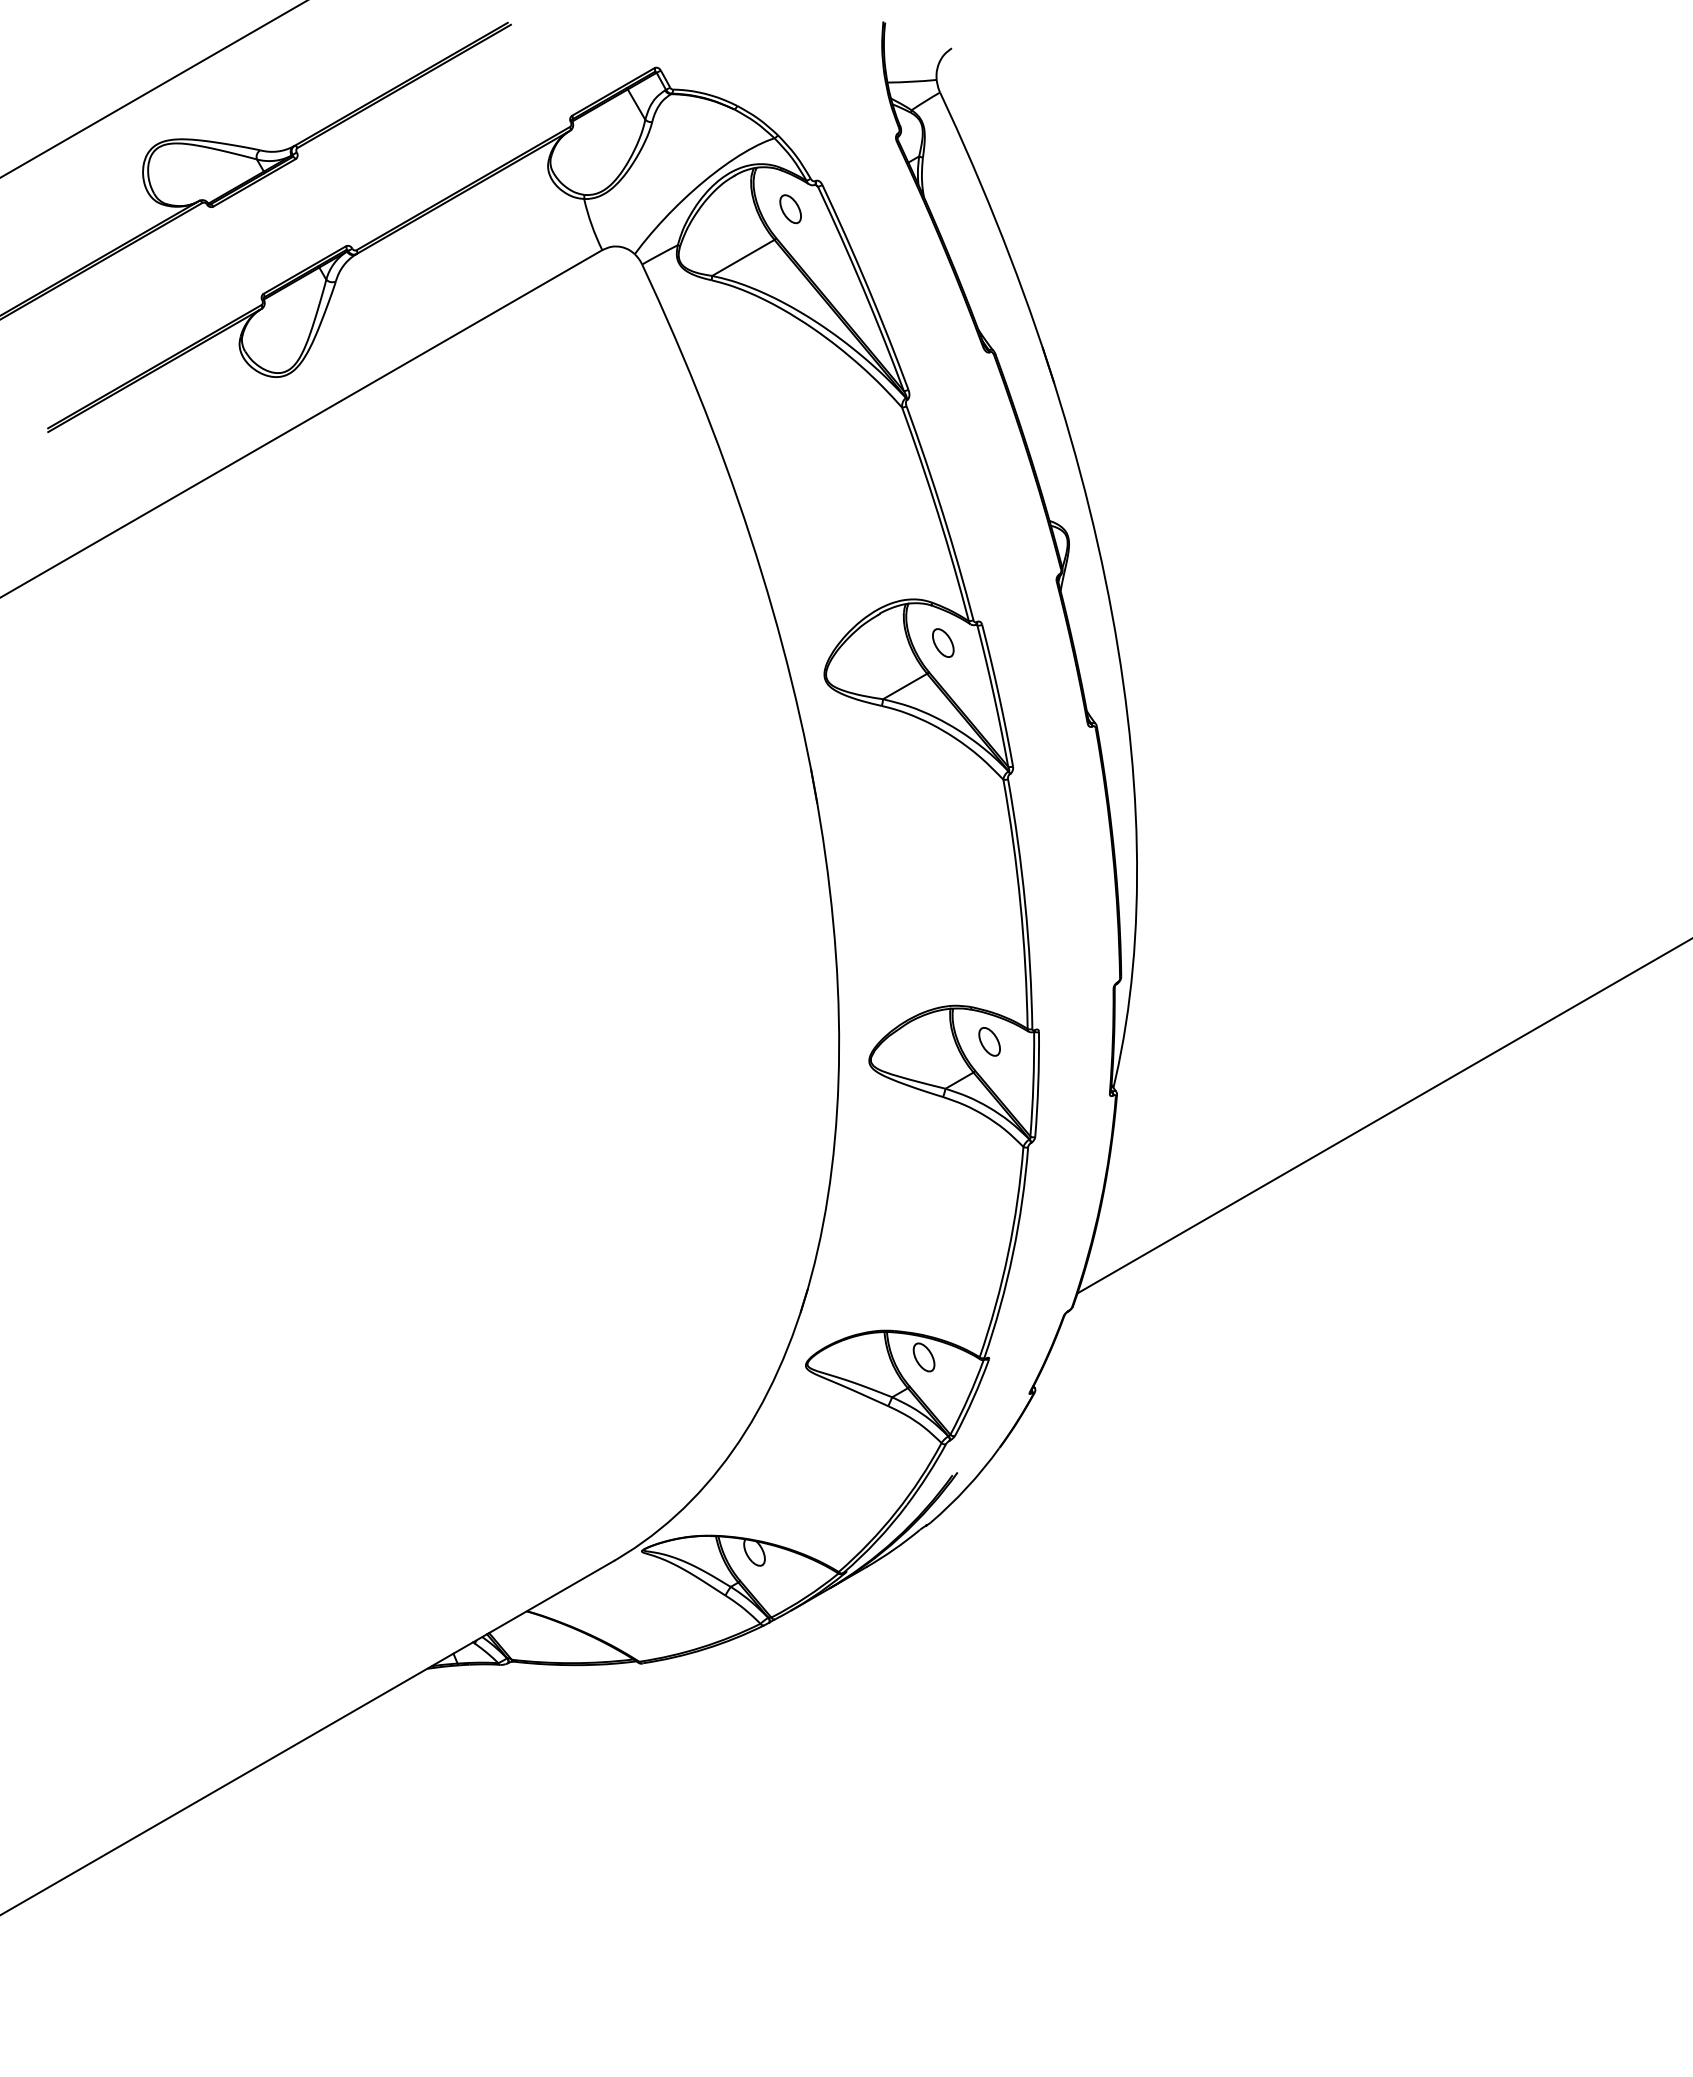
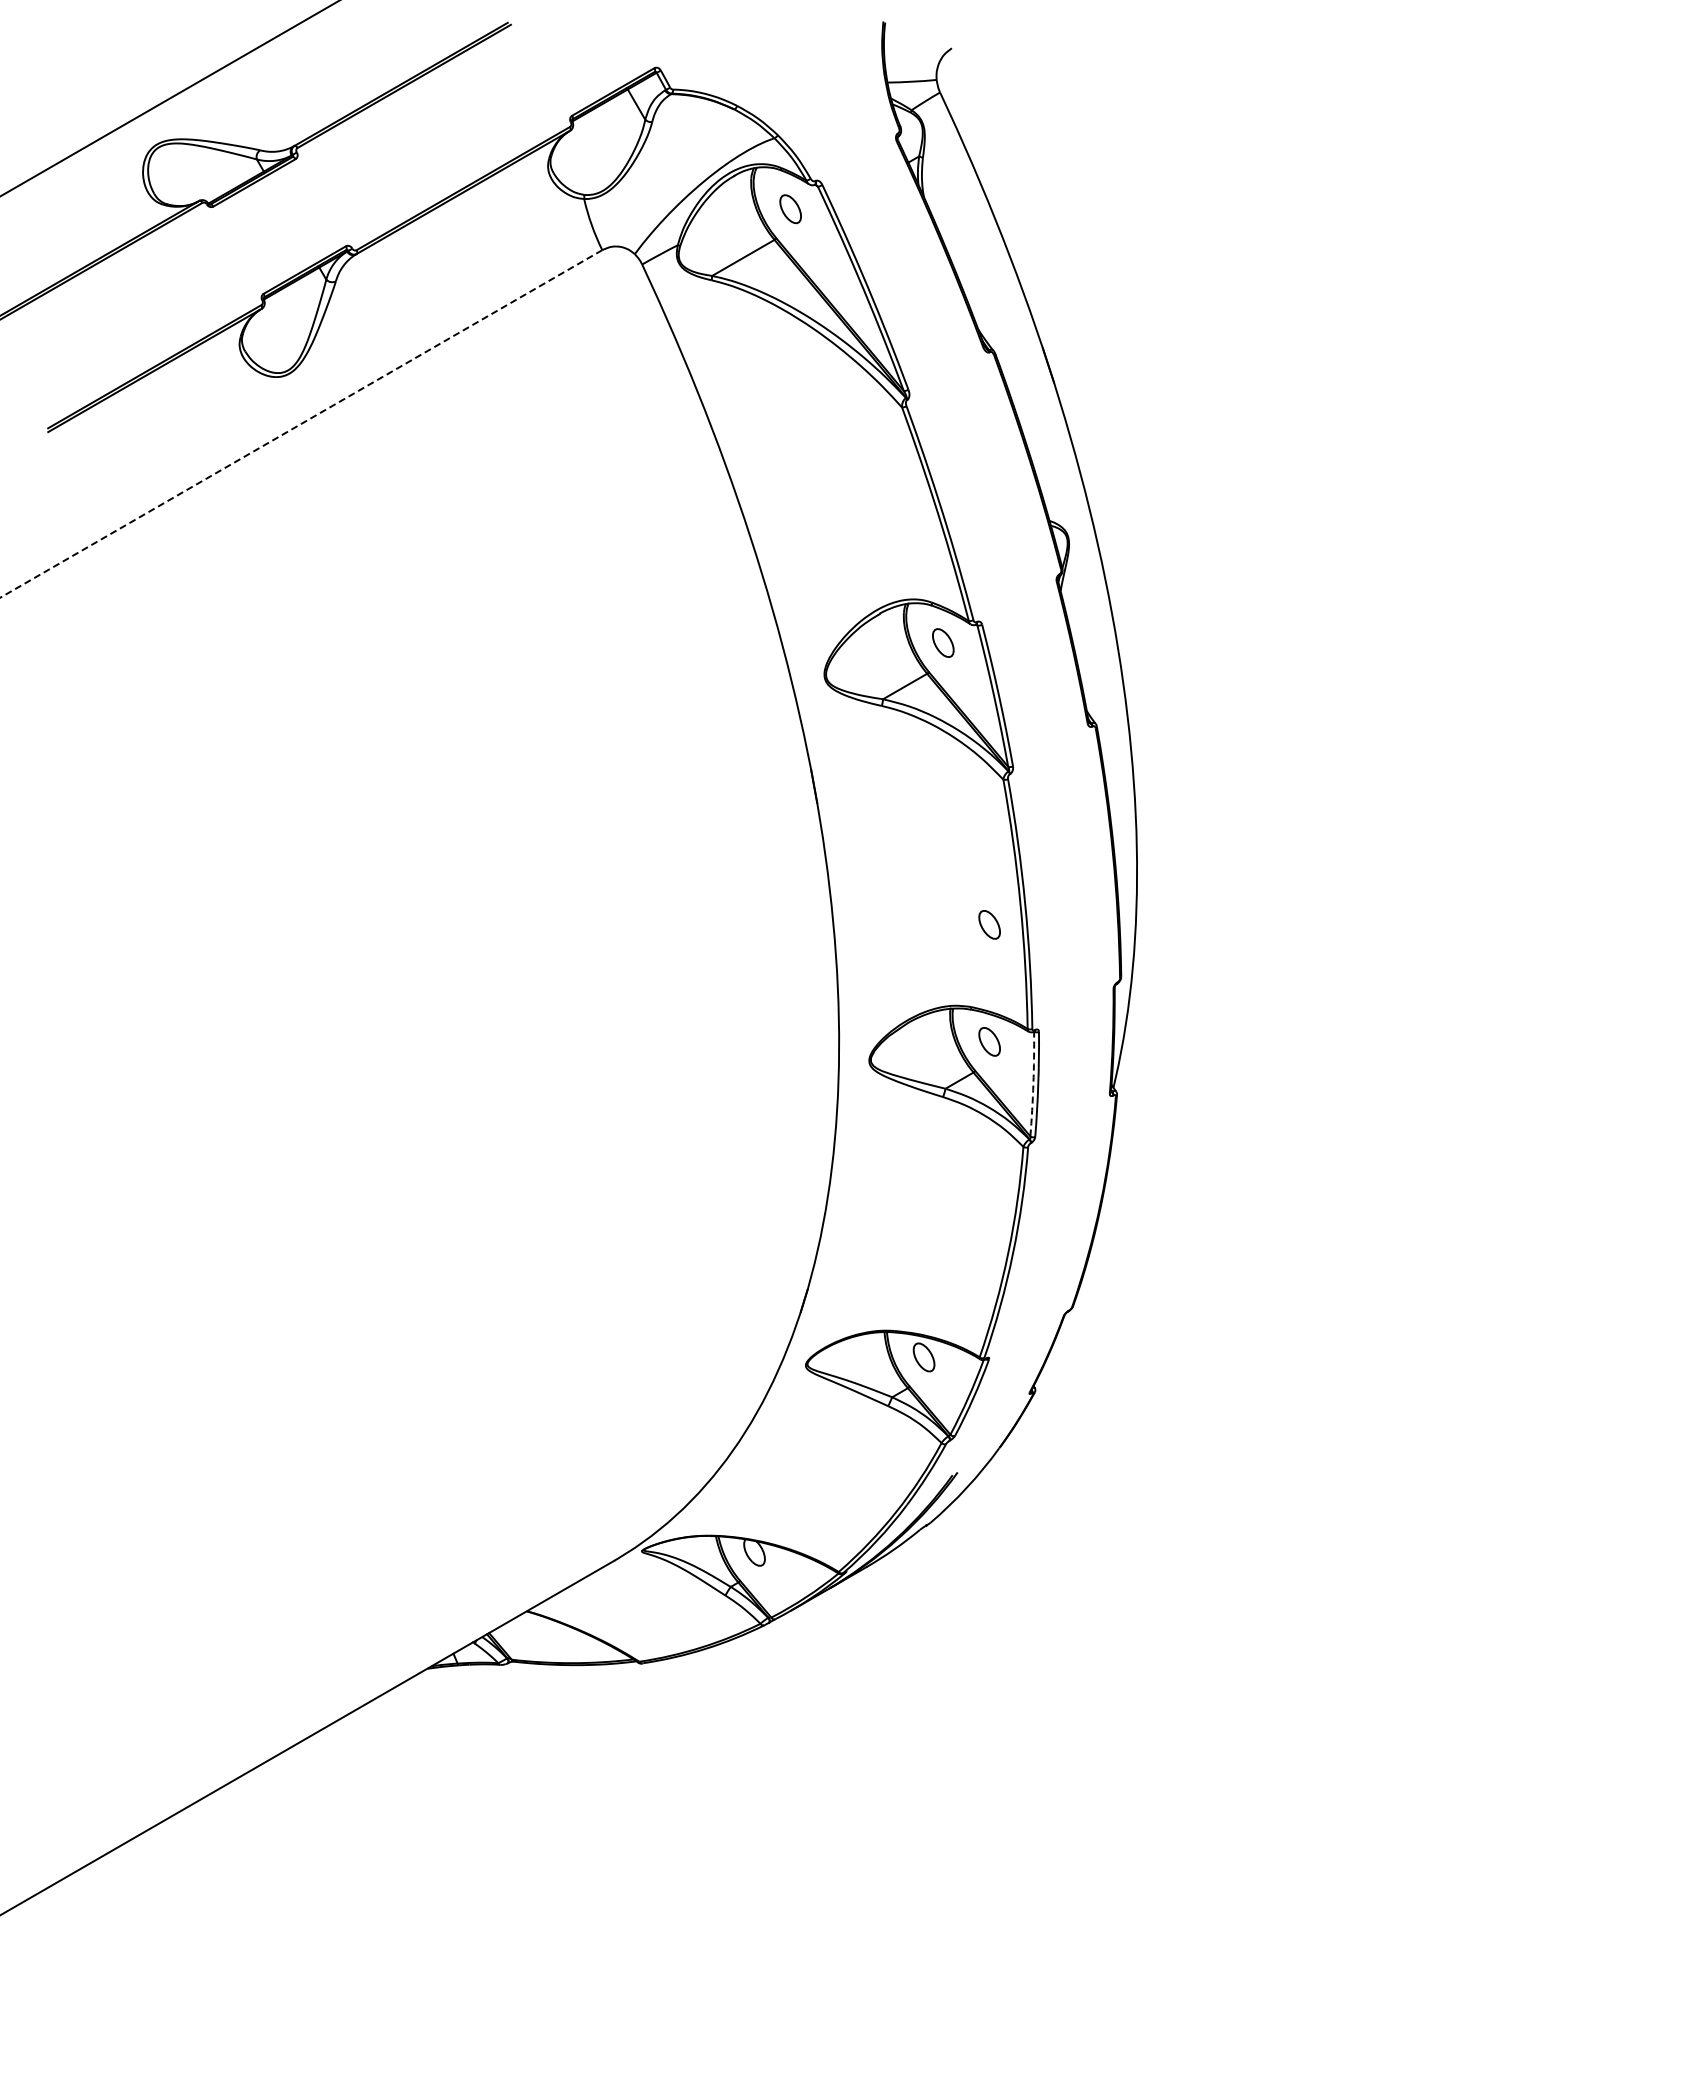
line at (153, 89) position: (153, 89) -> (169, 98)
line at (300, 424): solid -> dashed
part at (989, 924): none -> present
arc at (1033, 1084): solid -> dashed
line at (1383, 1116): present -> none
